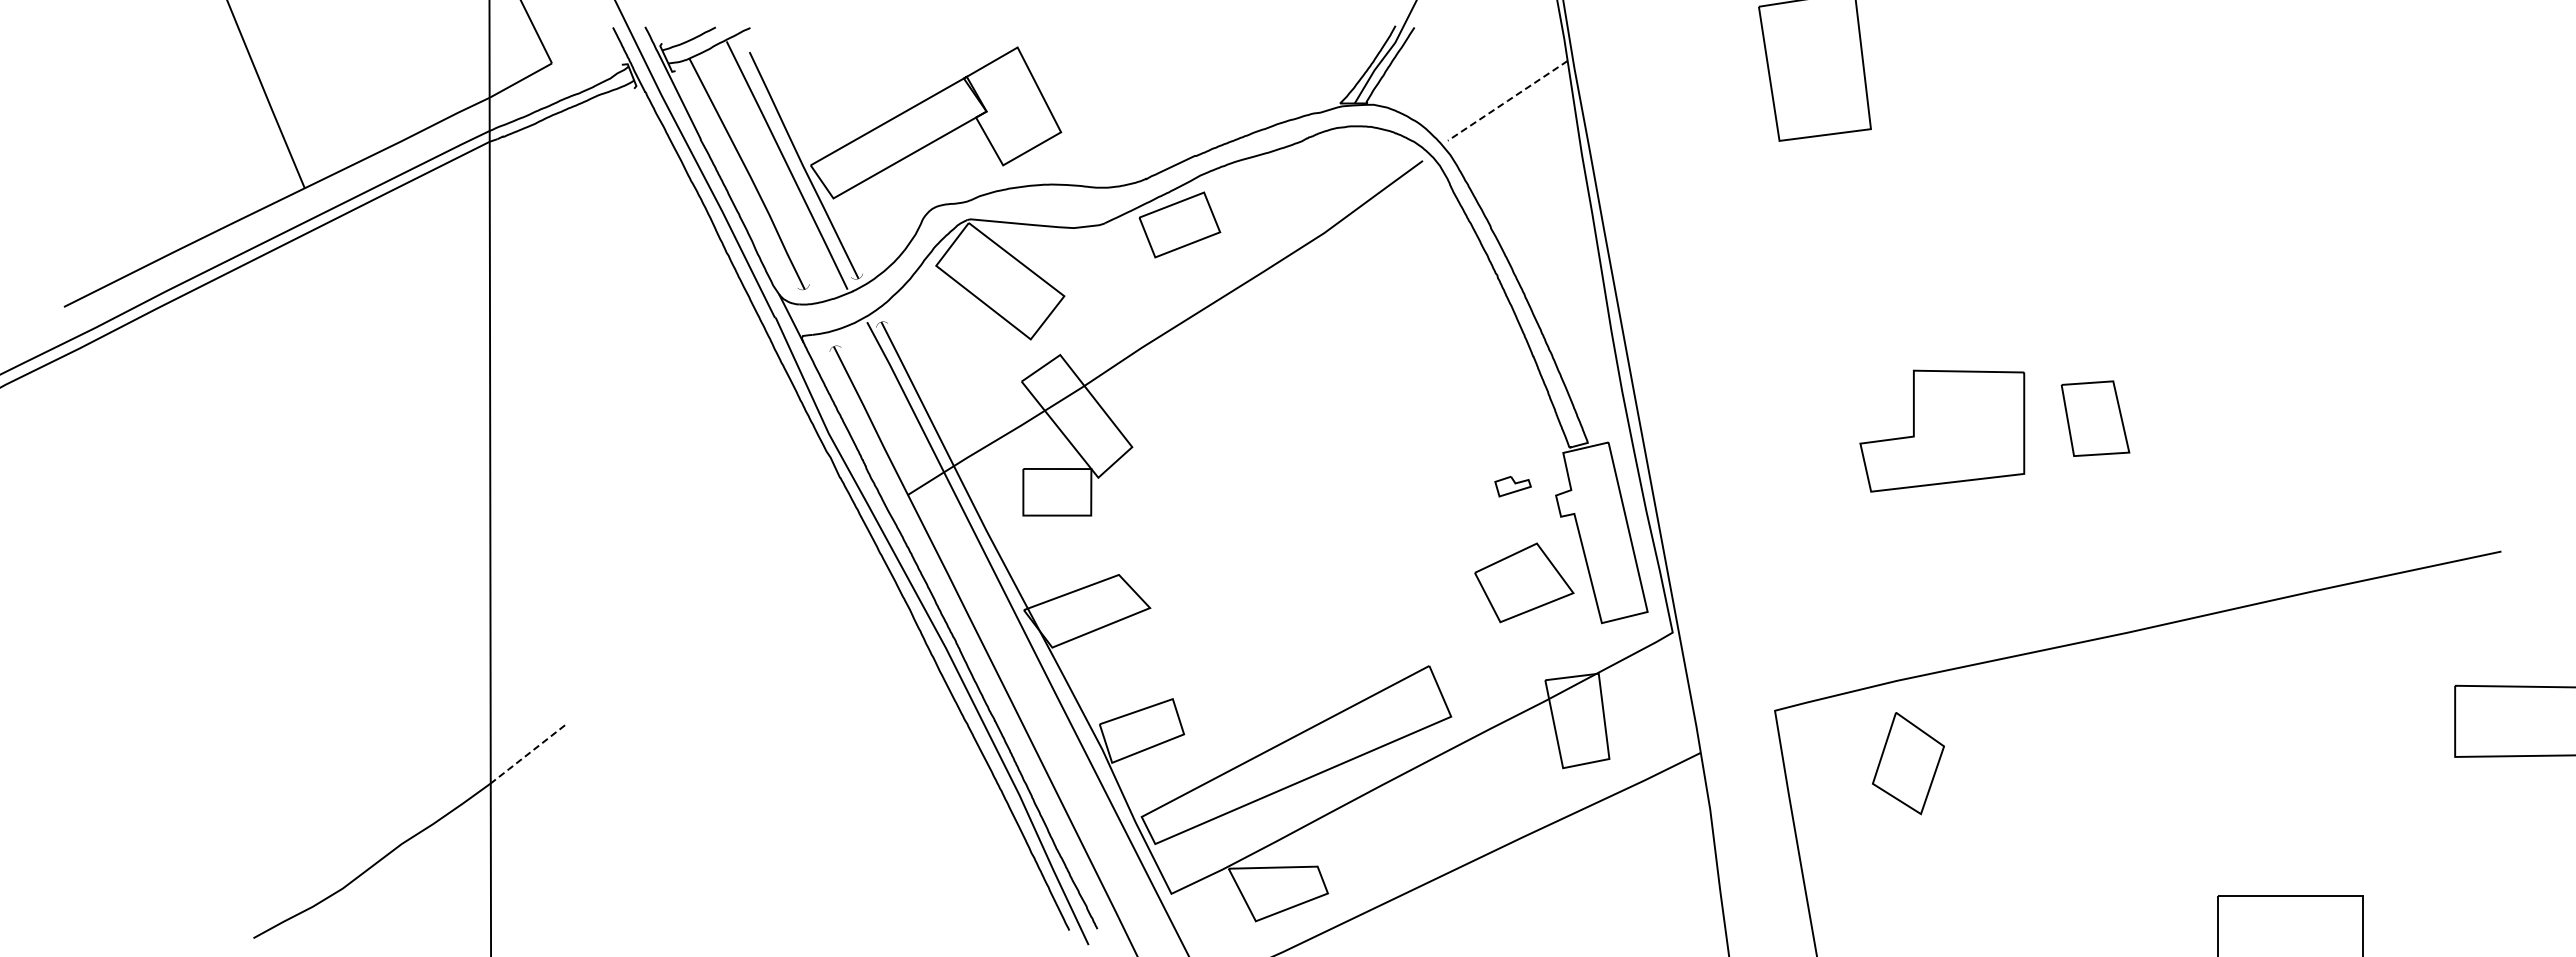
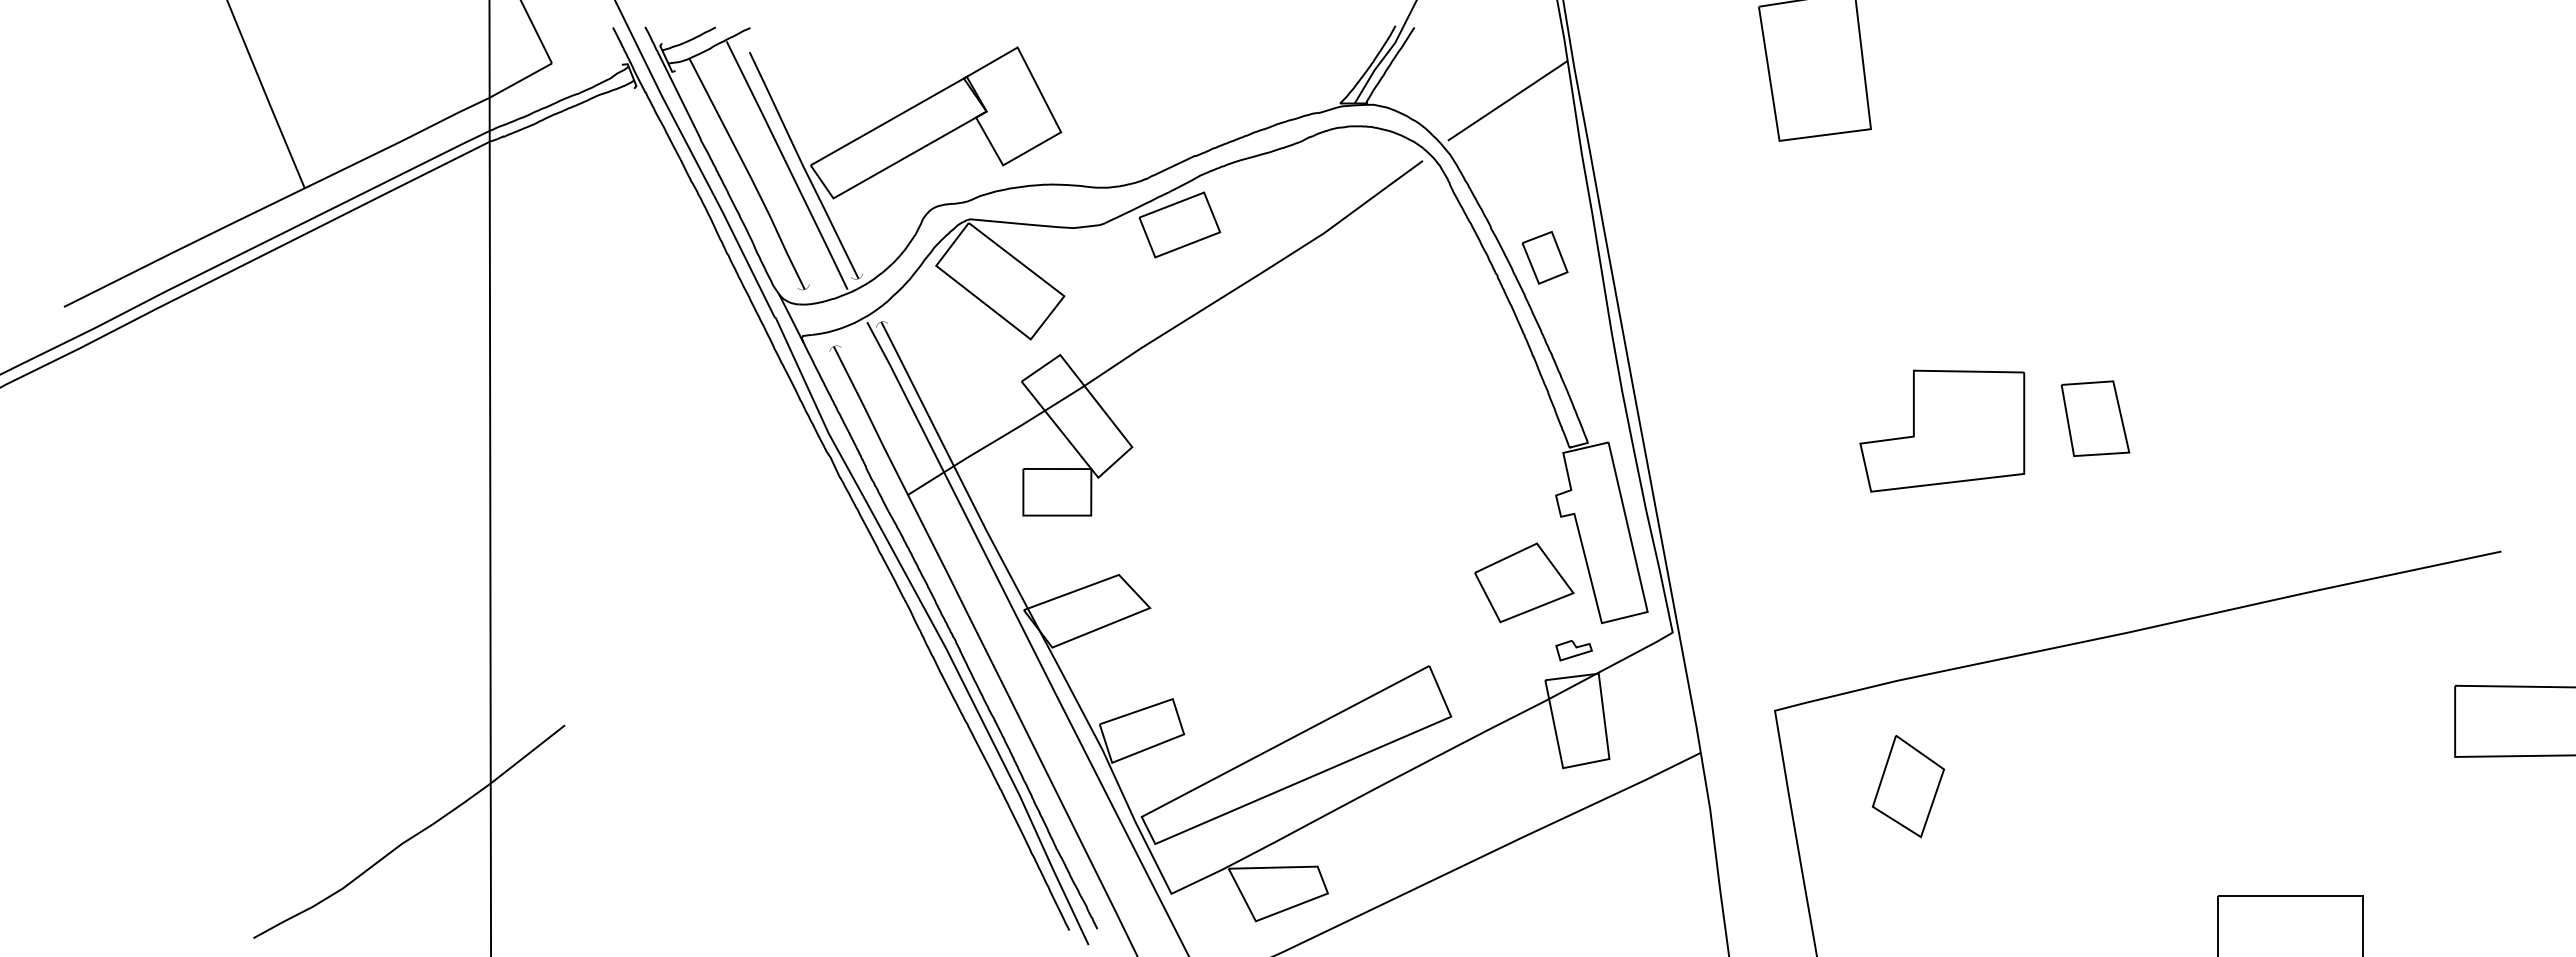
line at (1507, 101): dashed -> solid
part at (1544, 257): none -> present
part at (1512, 486) position: (1512, 486) -> (1573, 650)
line at (526, 755): dashed -> solid
part at (1908, 763) position: (1908, 763) -> (1908, 786)
